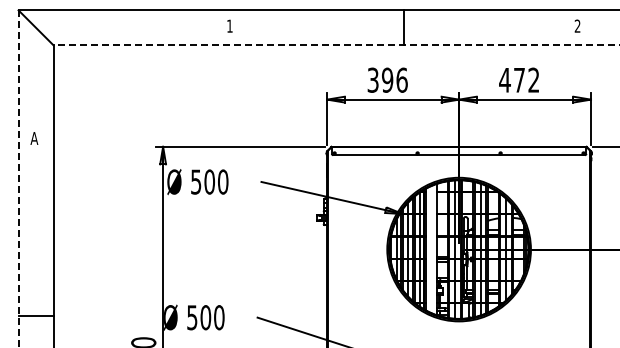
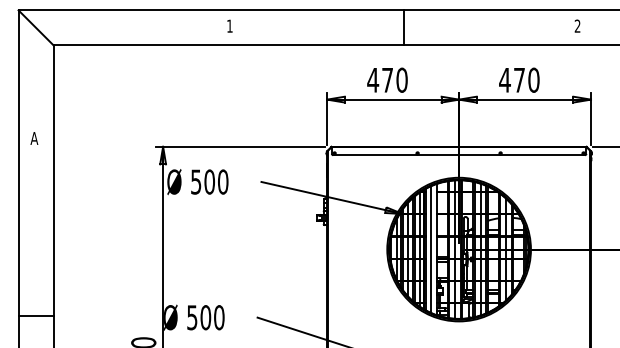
line at (336, 45): dashed -> solid
text at (387, 79): 396 -> 470
text at (533, 79): 472 -> 470
line at (18, 179): dashed -> solid
line at (430, 249): none -> present
